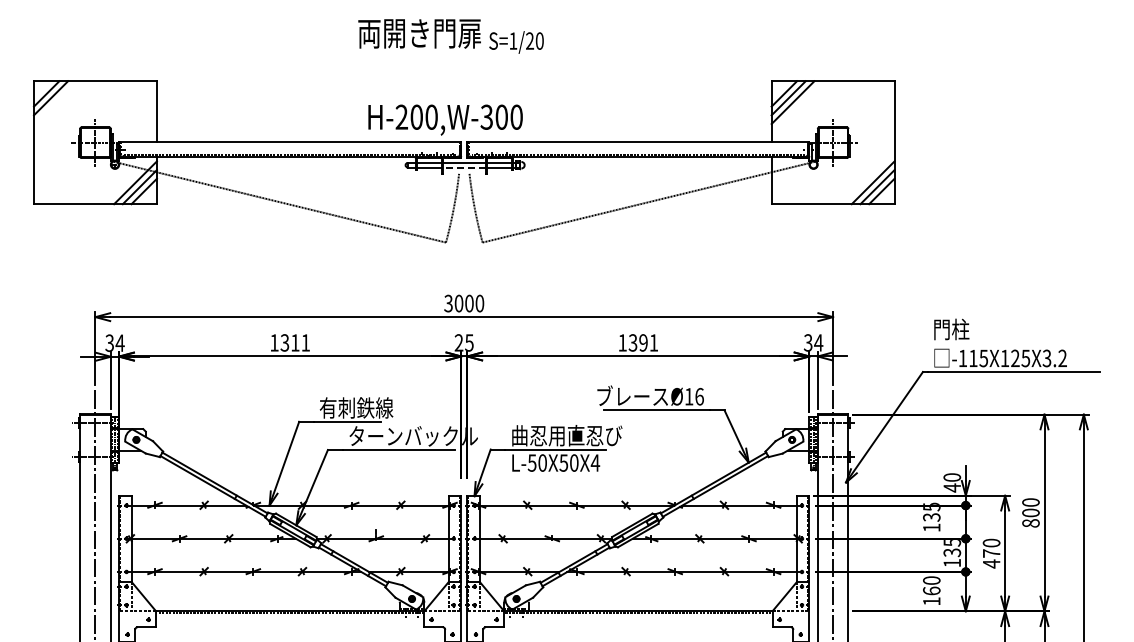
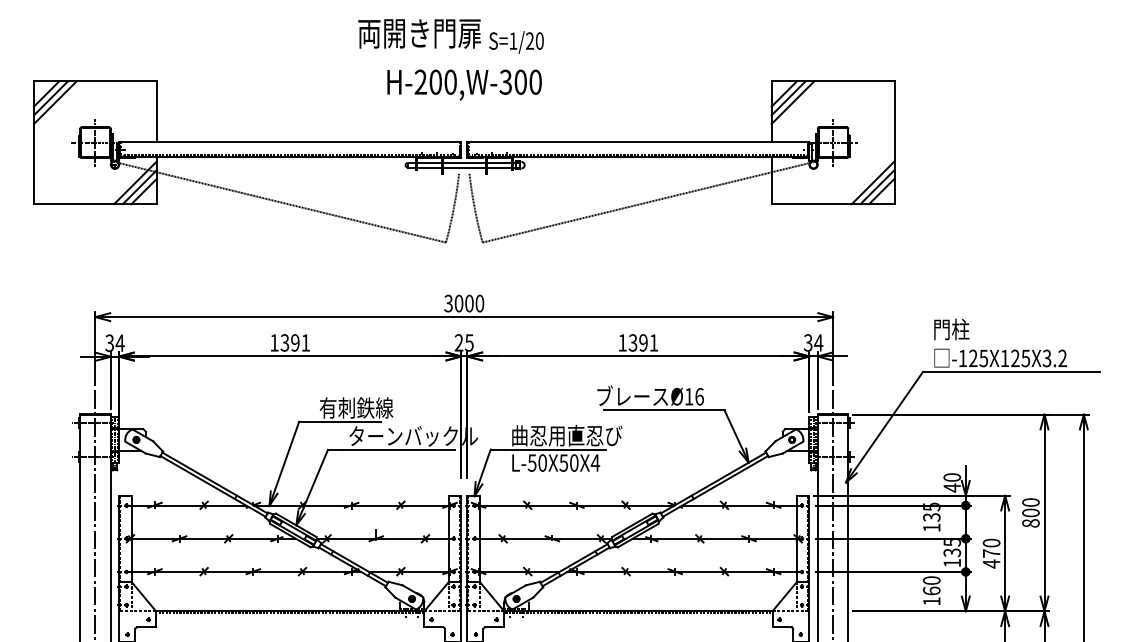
line at (55, 102): none -> present
text at (445, 119) position: (445, 119) -> (464, 84)
line at (464, 167): dashed -> solid
text at (295, 342): 1311 -> 1391
text at (973, 357): -115X125X3.2 -> -125X125X3.2
